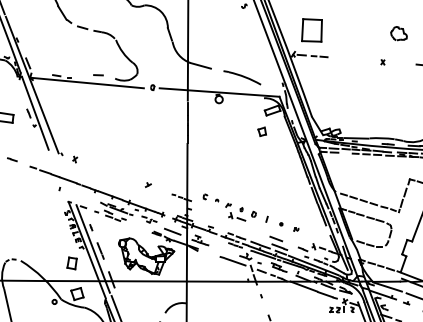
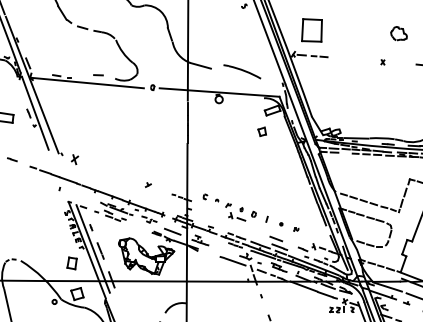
part at (242, 77) position: (242, 77) -> (242, 71)
part at (75, 159) size: 7x9 px -> 10x12 px
line at (115, 306): present -> none
